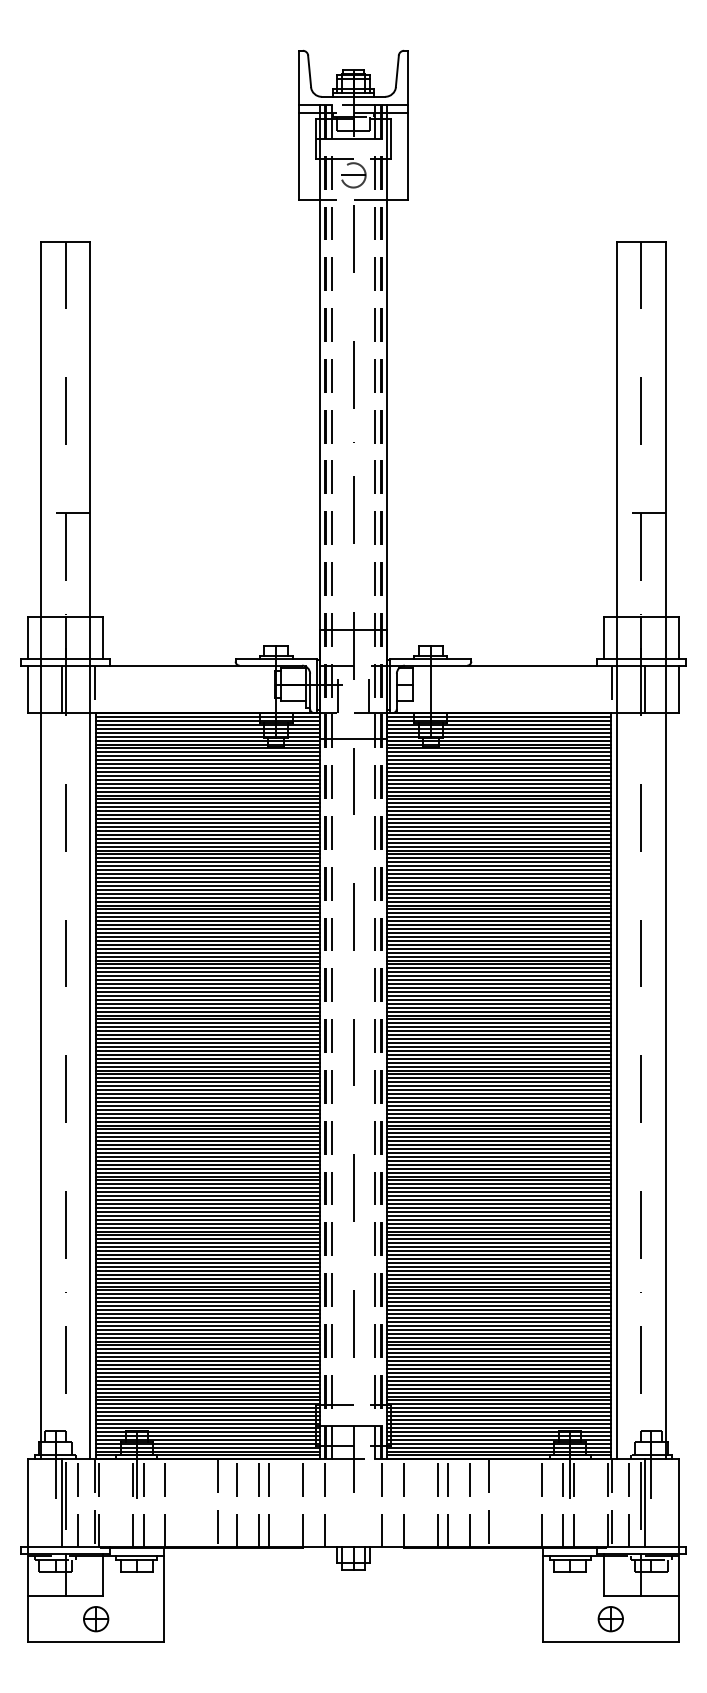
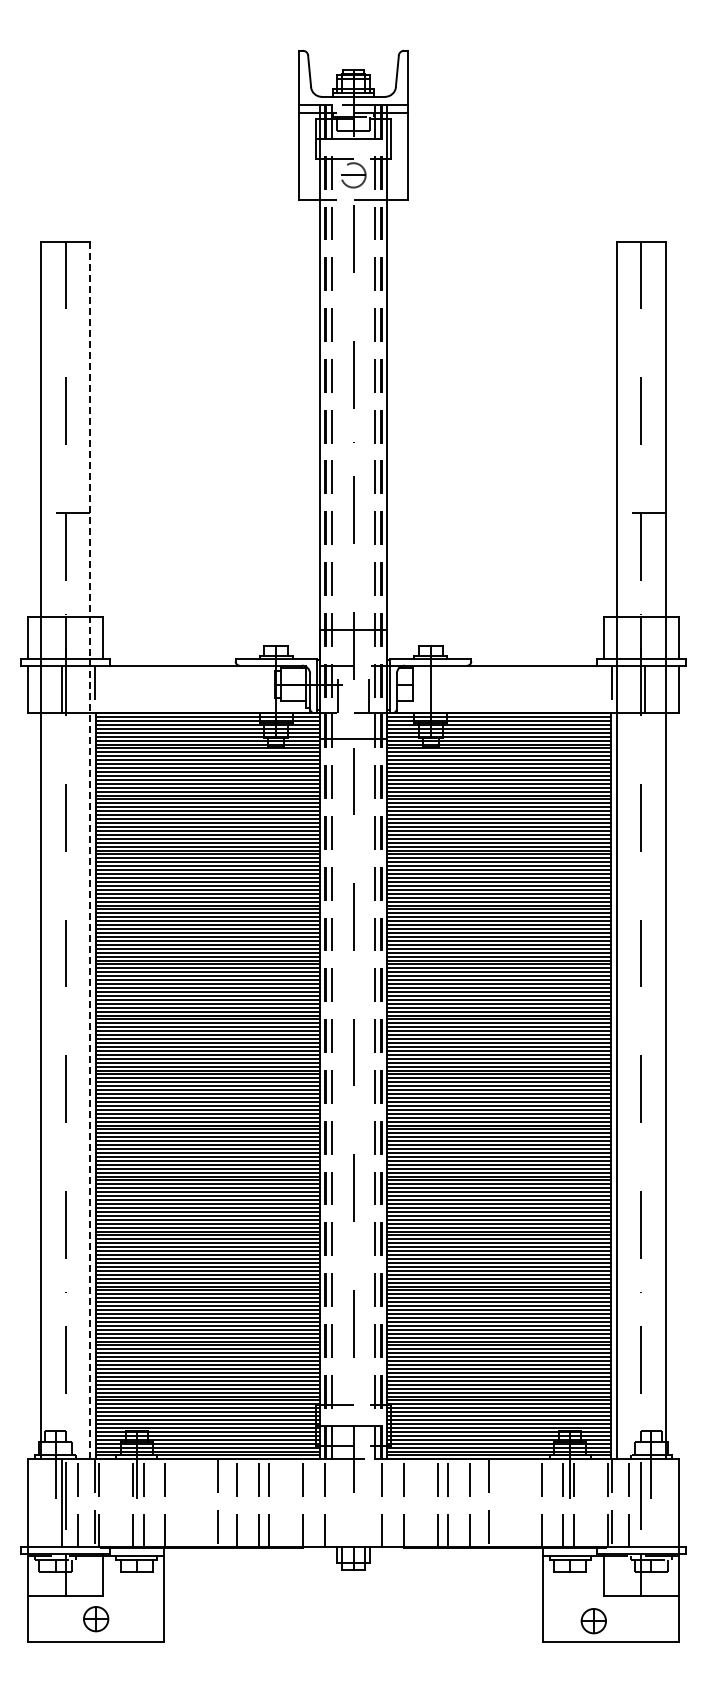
line at (90, 850): solid -> dashed
line at (644, 1503): present -> none
part at (610, 1619) position: (610, 1619) -> (593, 1621)
